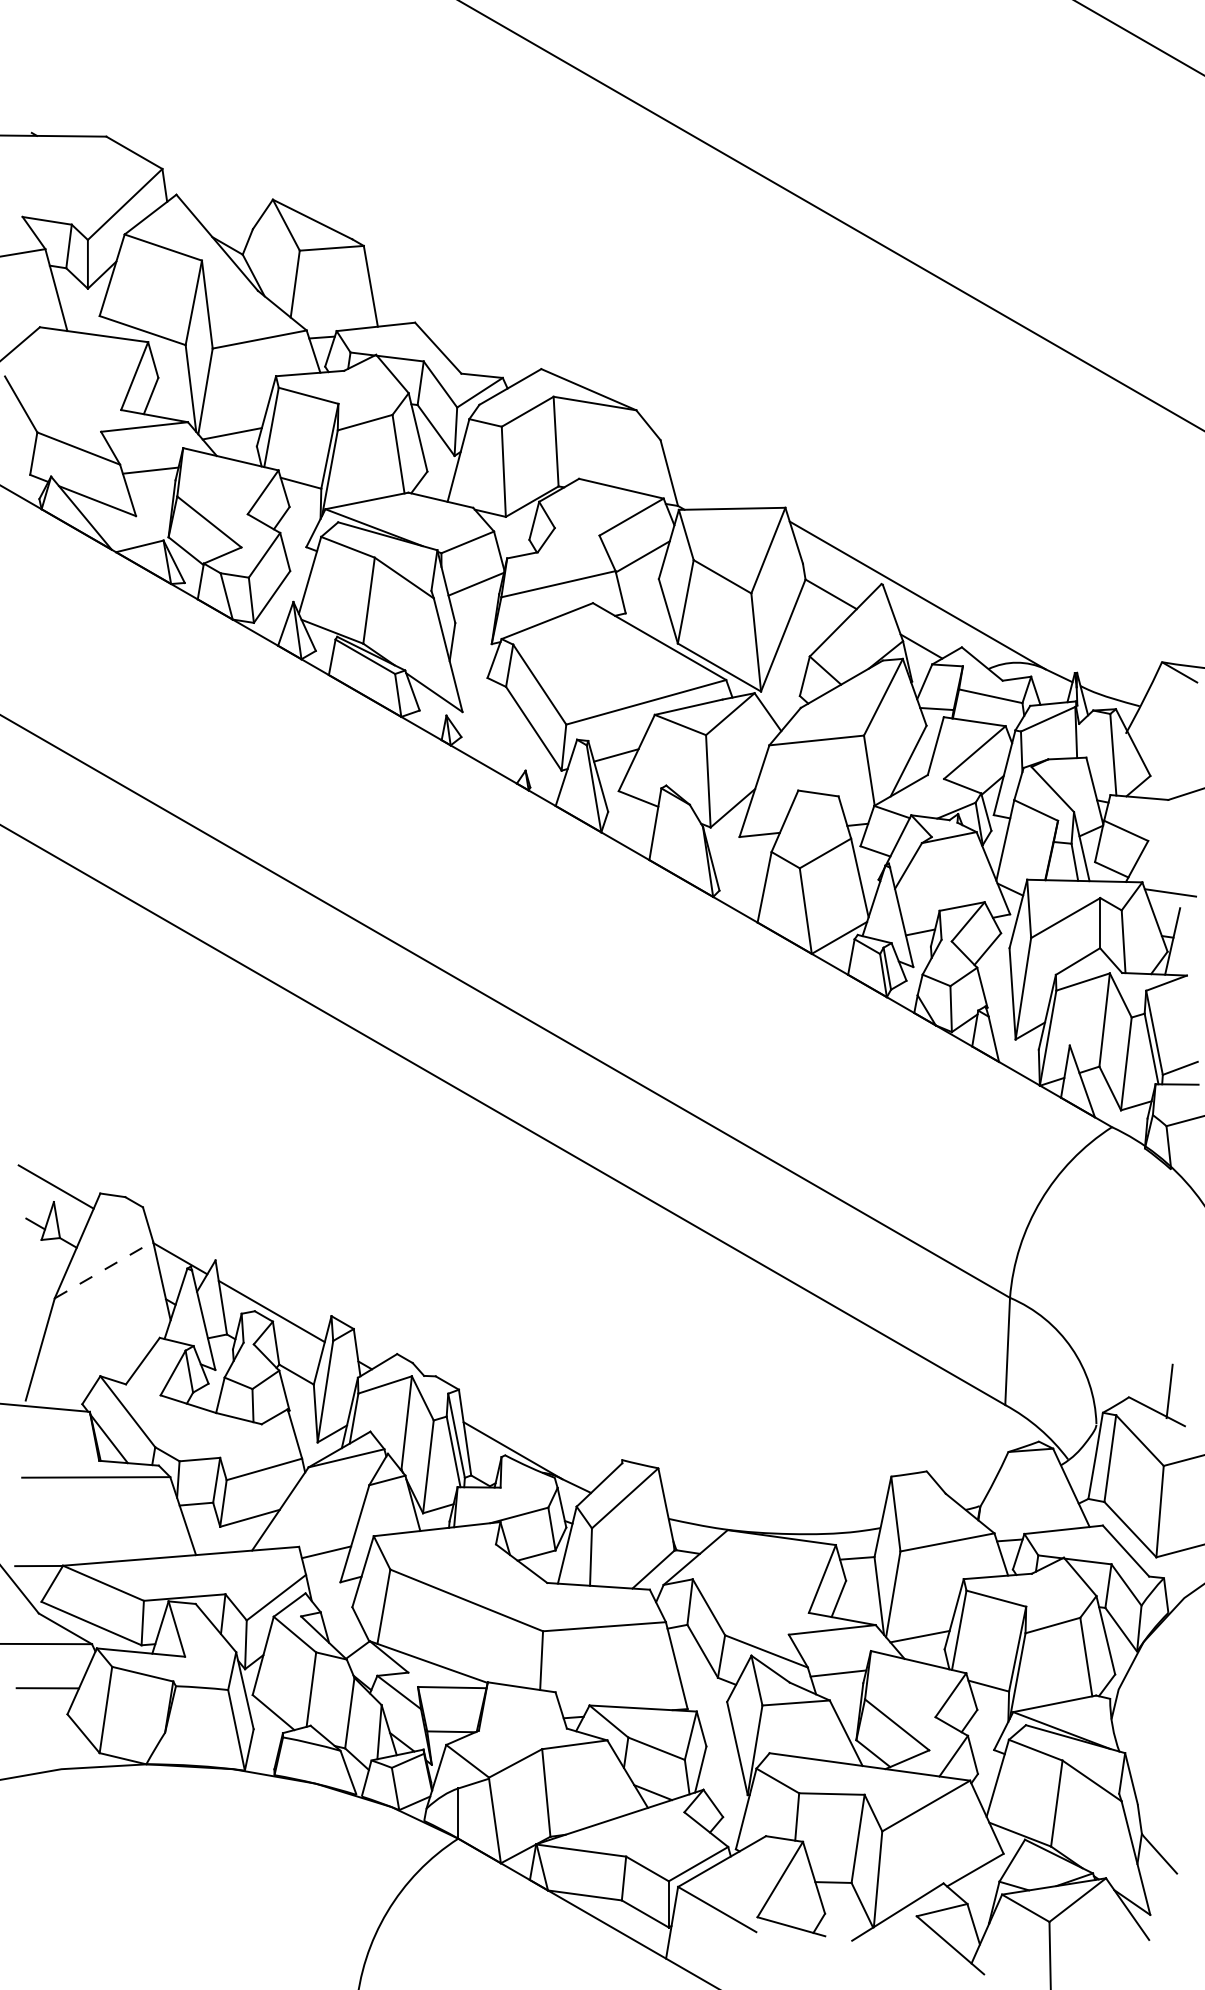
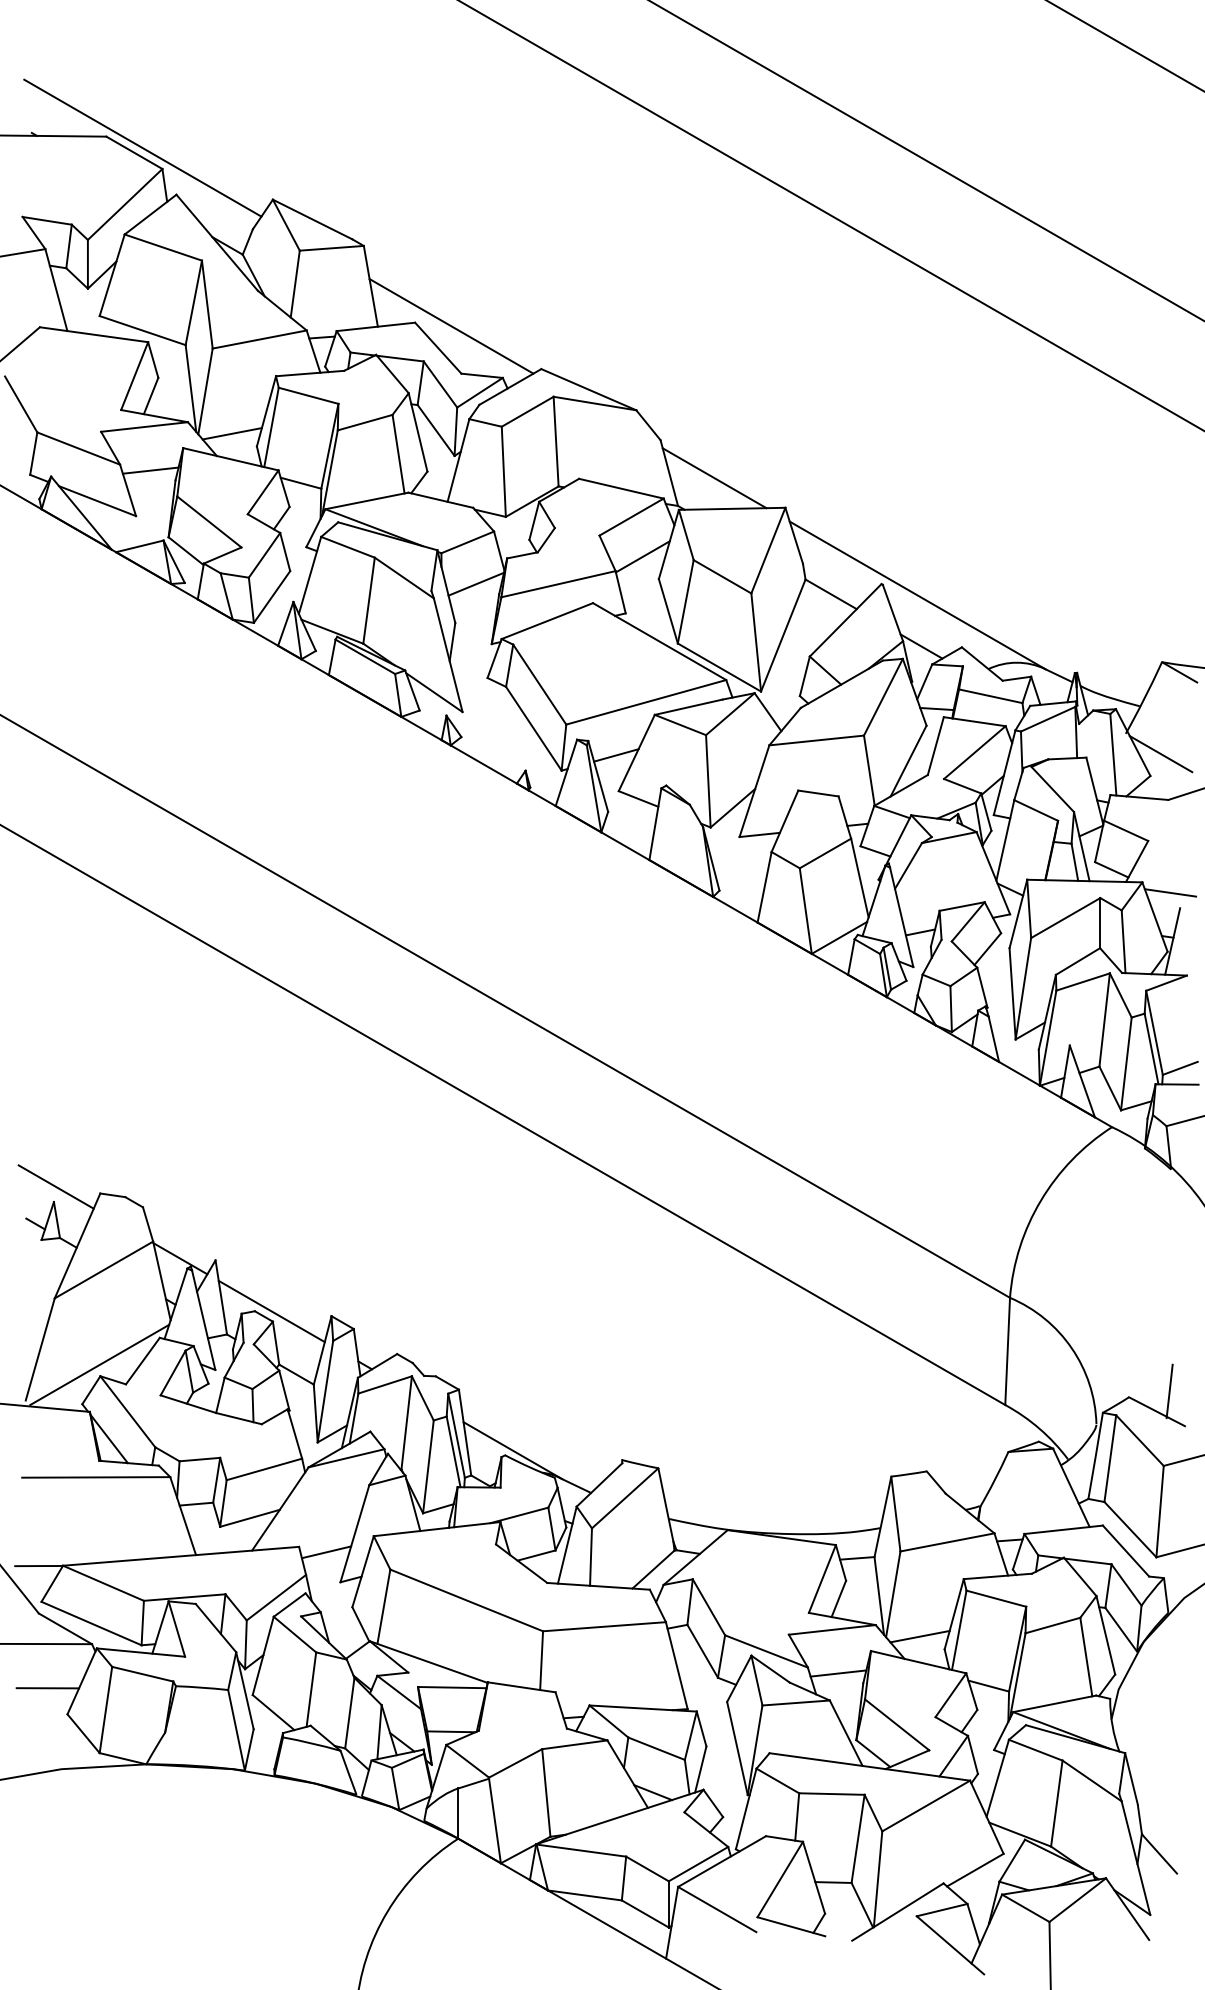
line at (1139, 37) position: (1139, 37) -> (1125, 45)
line at (142, 147): none -> present
line at (926, 160): none -> present
line at (451, 326): none -> present
line at (714, 478): none -> present
line at (1160, 754): none -> present
line at (103, 1270): dashed -> solid
line at (99, 1364): none -> present
